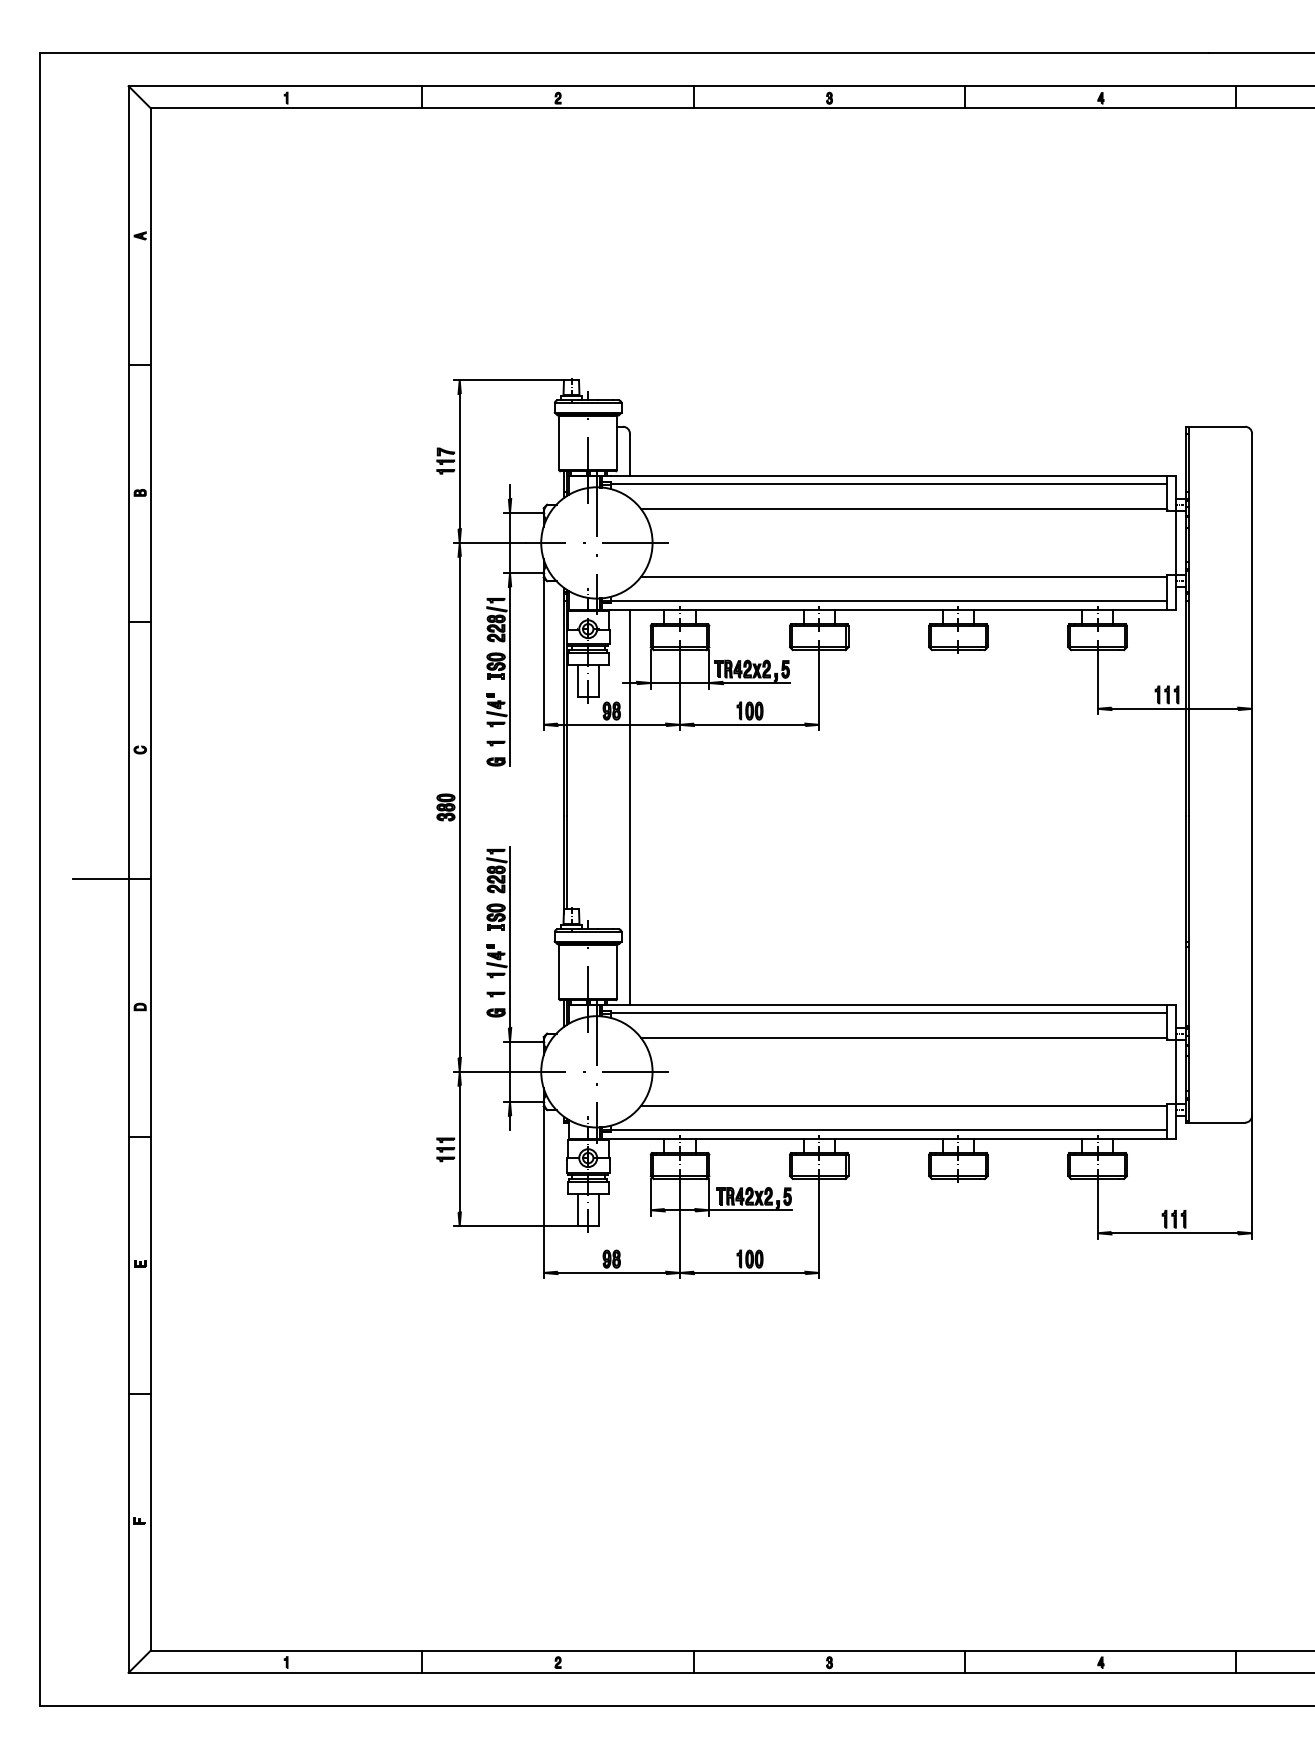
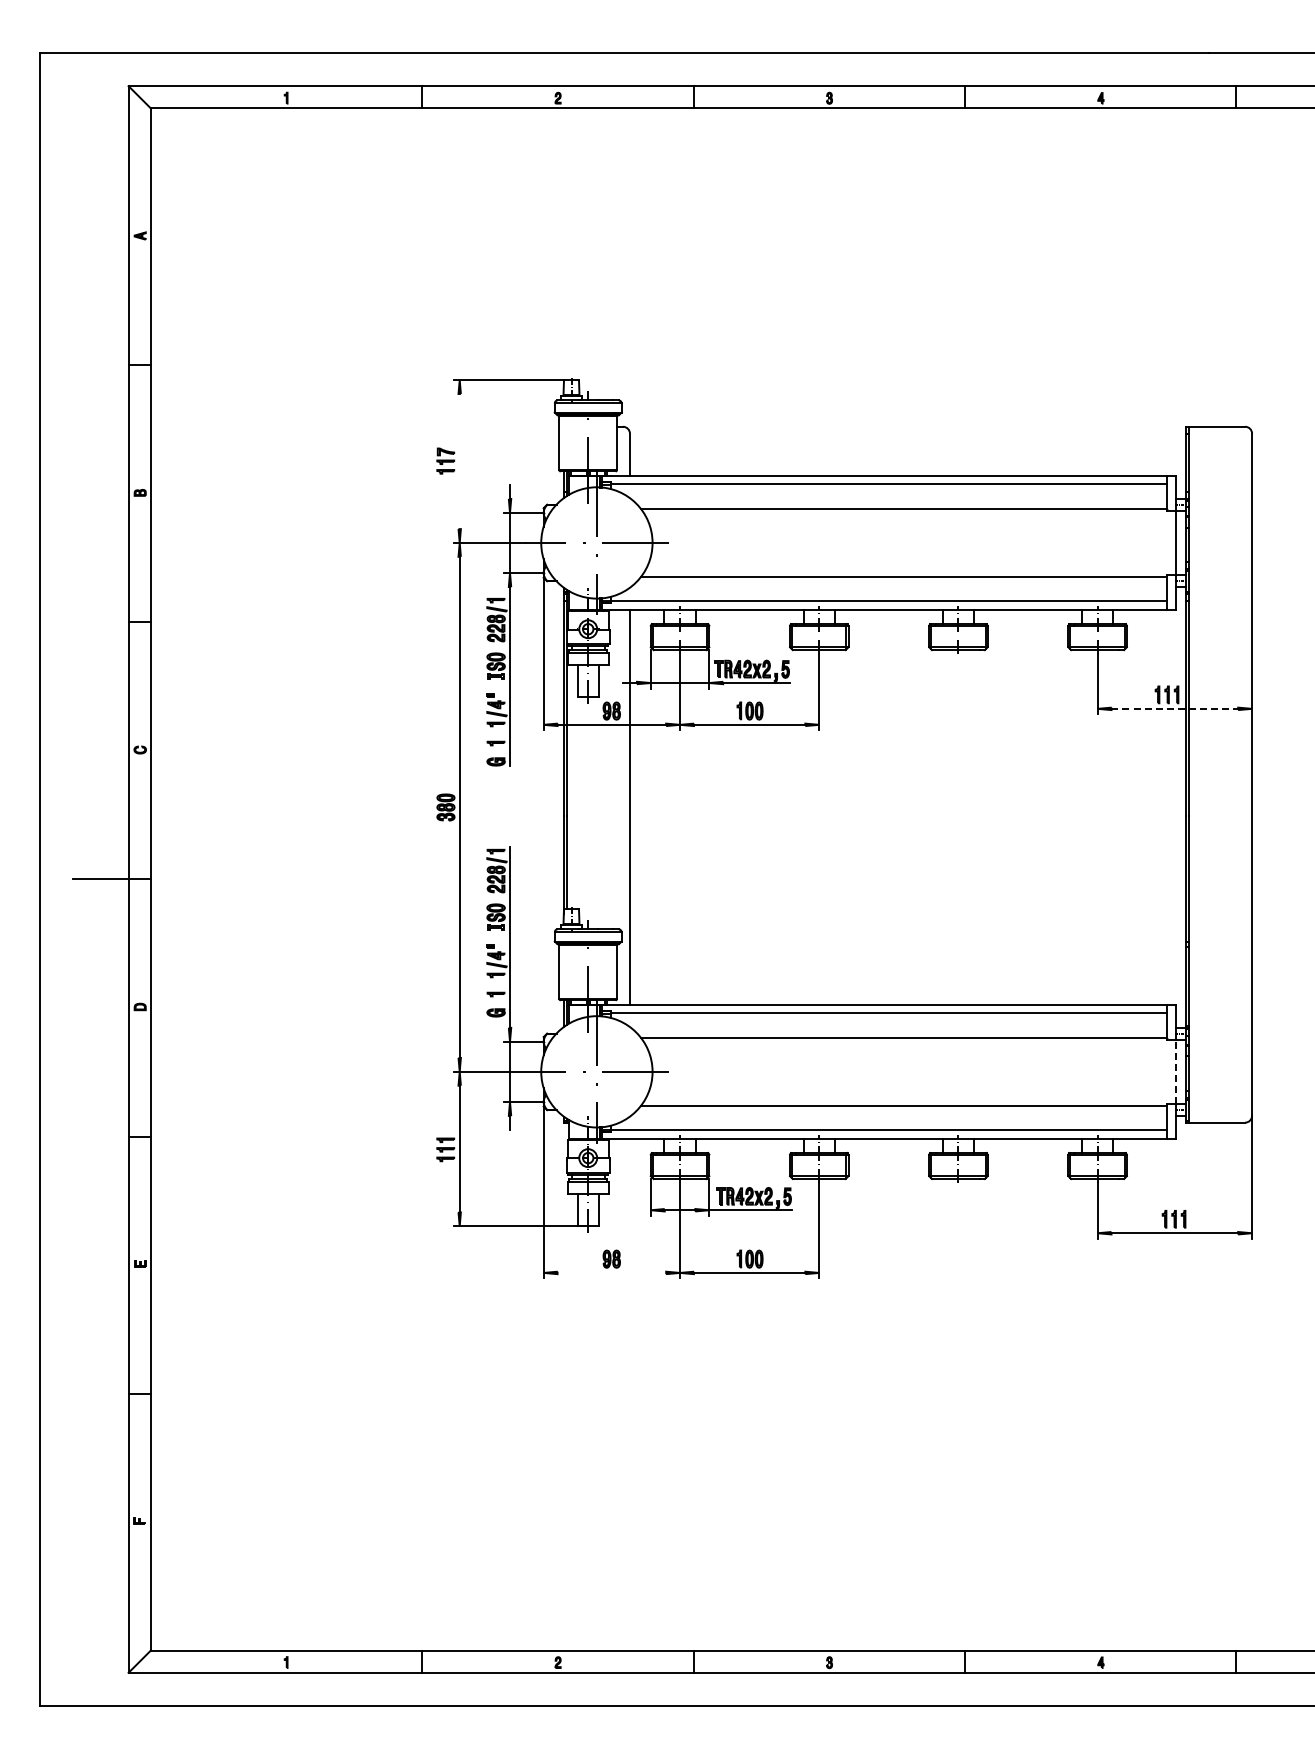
line at (459, 461): present -> none
line at (1175, 708): solid -> dashed
line at (1175, 1071): solid -> dashed
line at (611, 1272): present -> none
